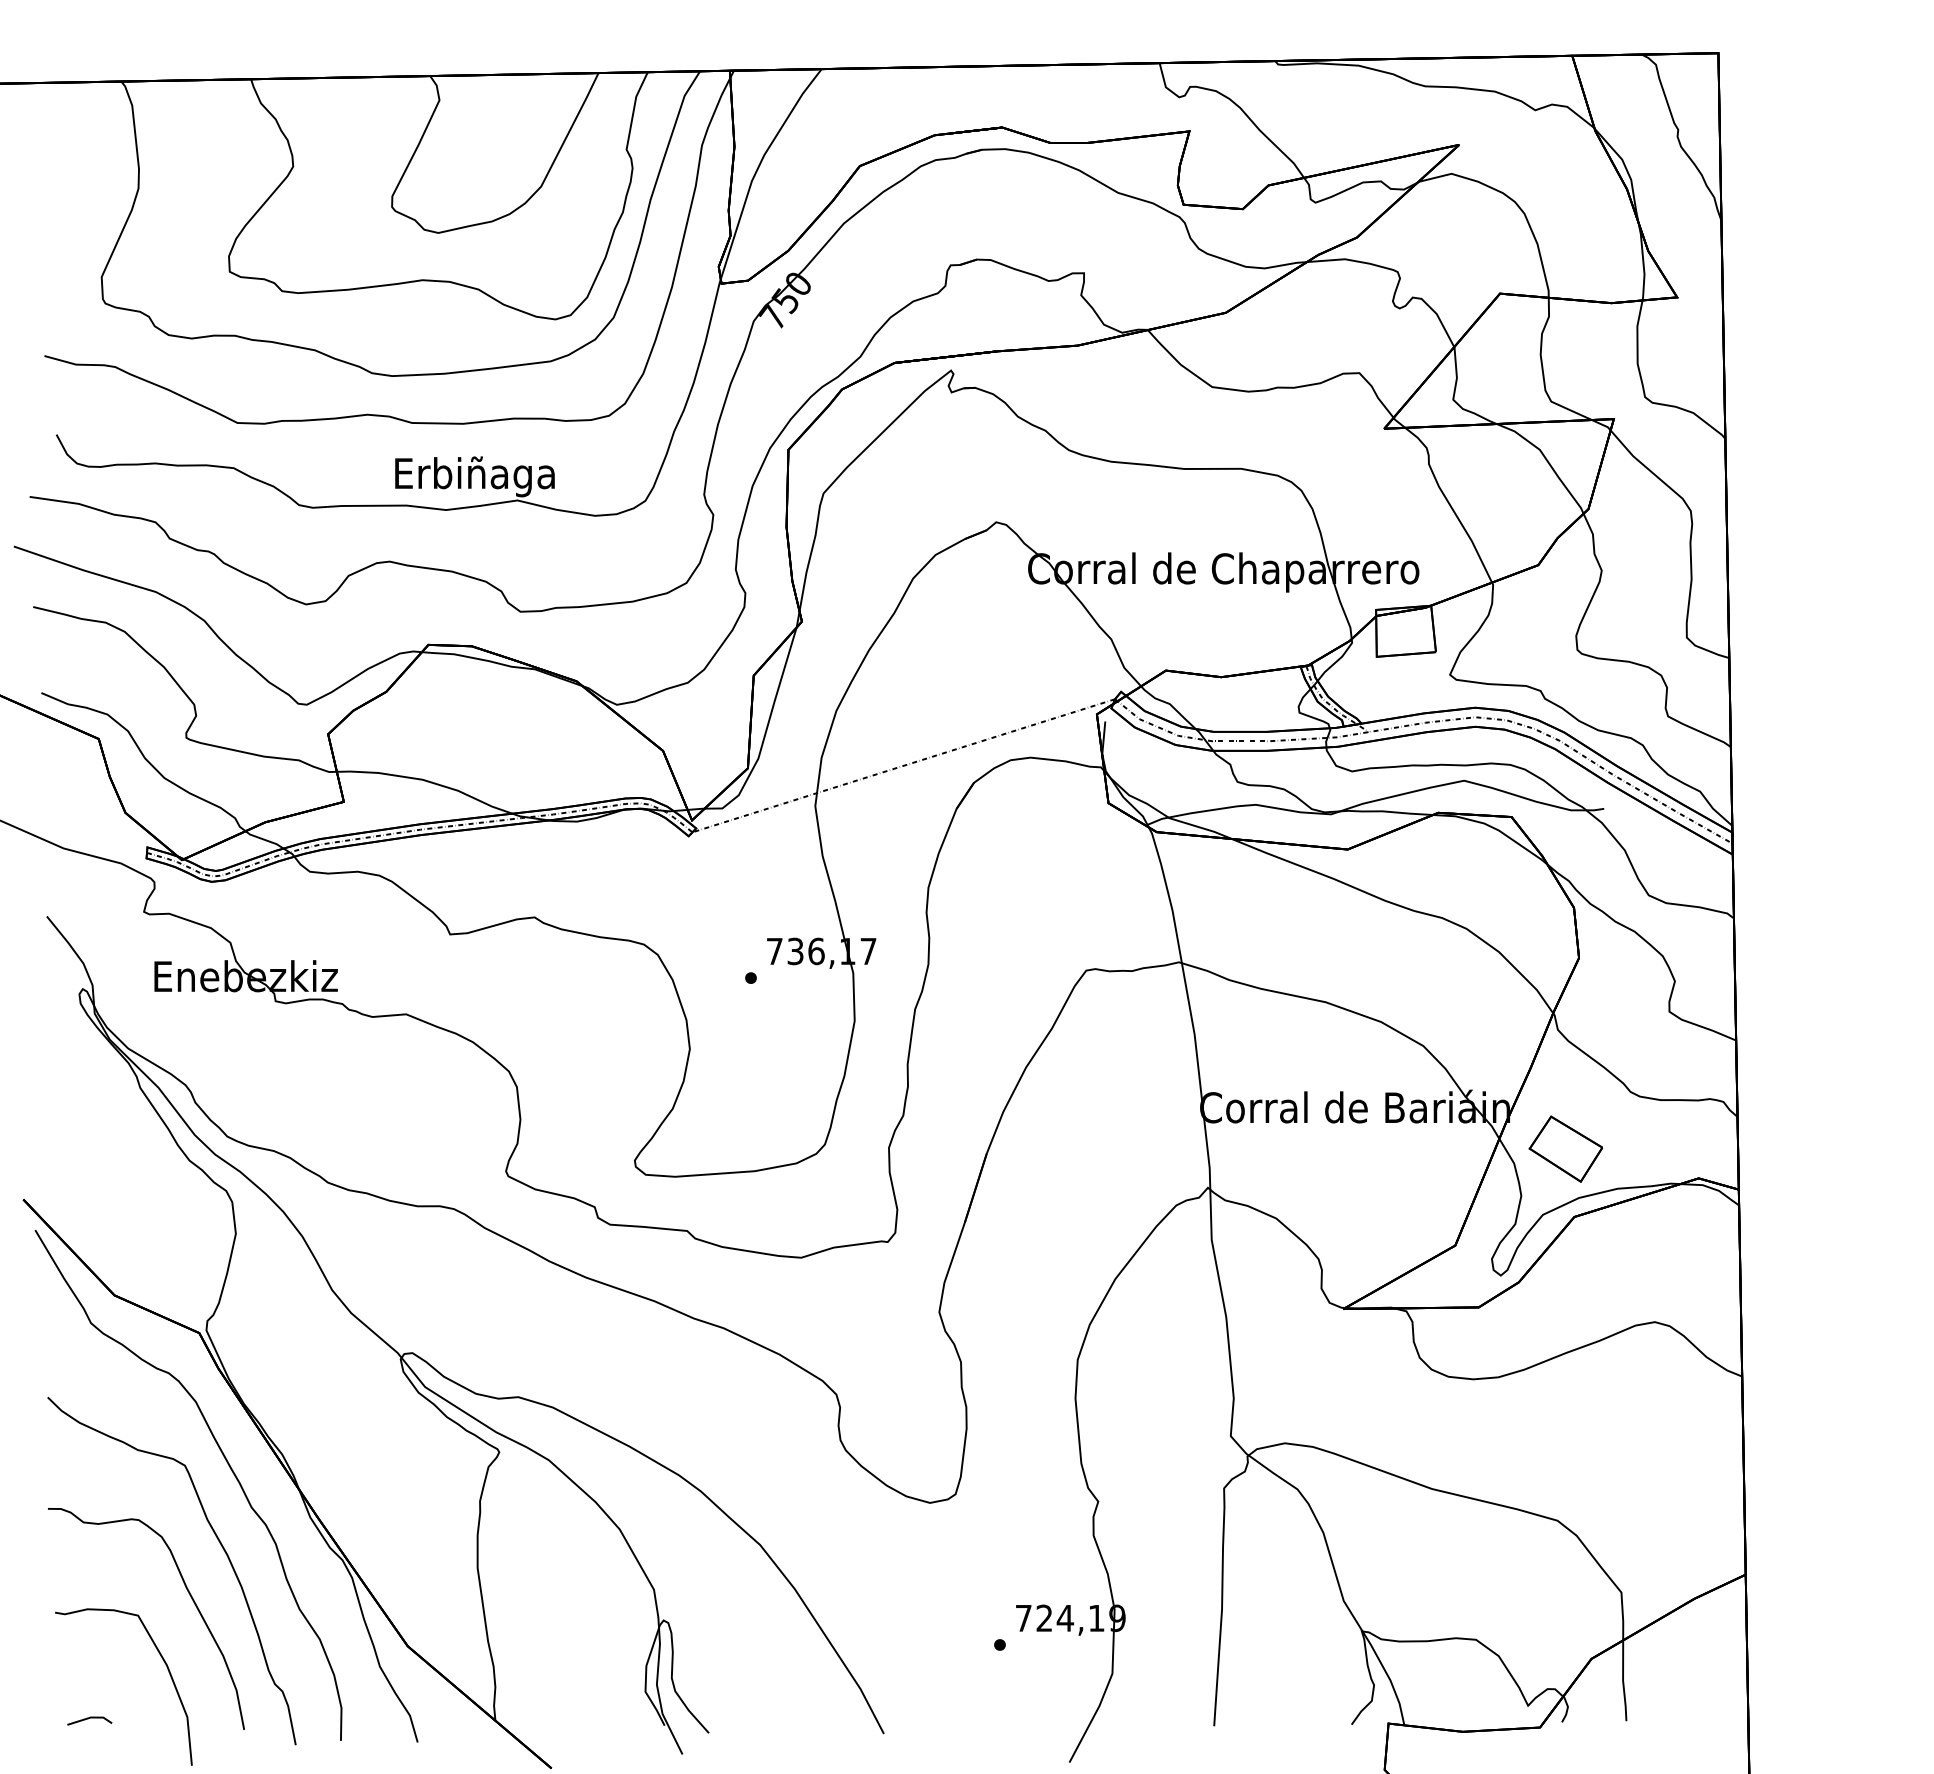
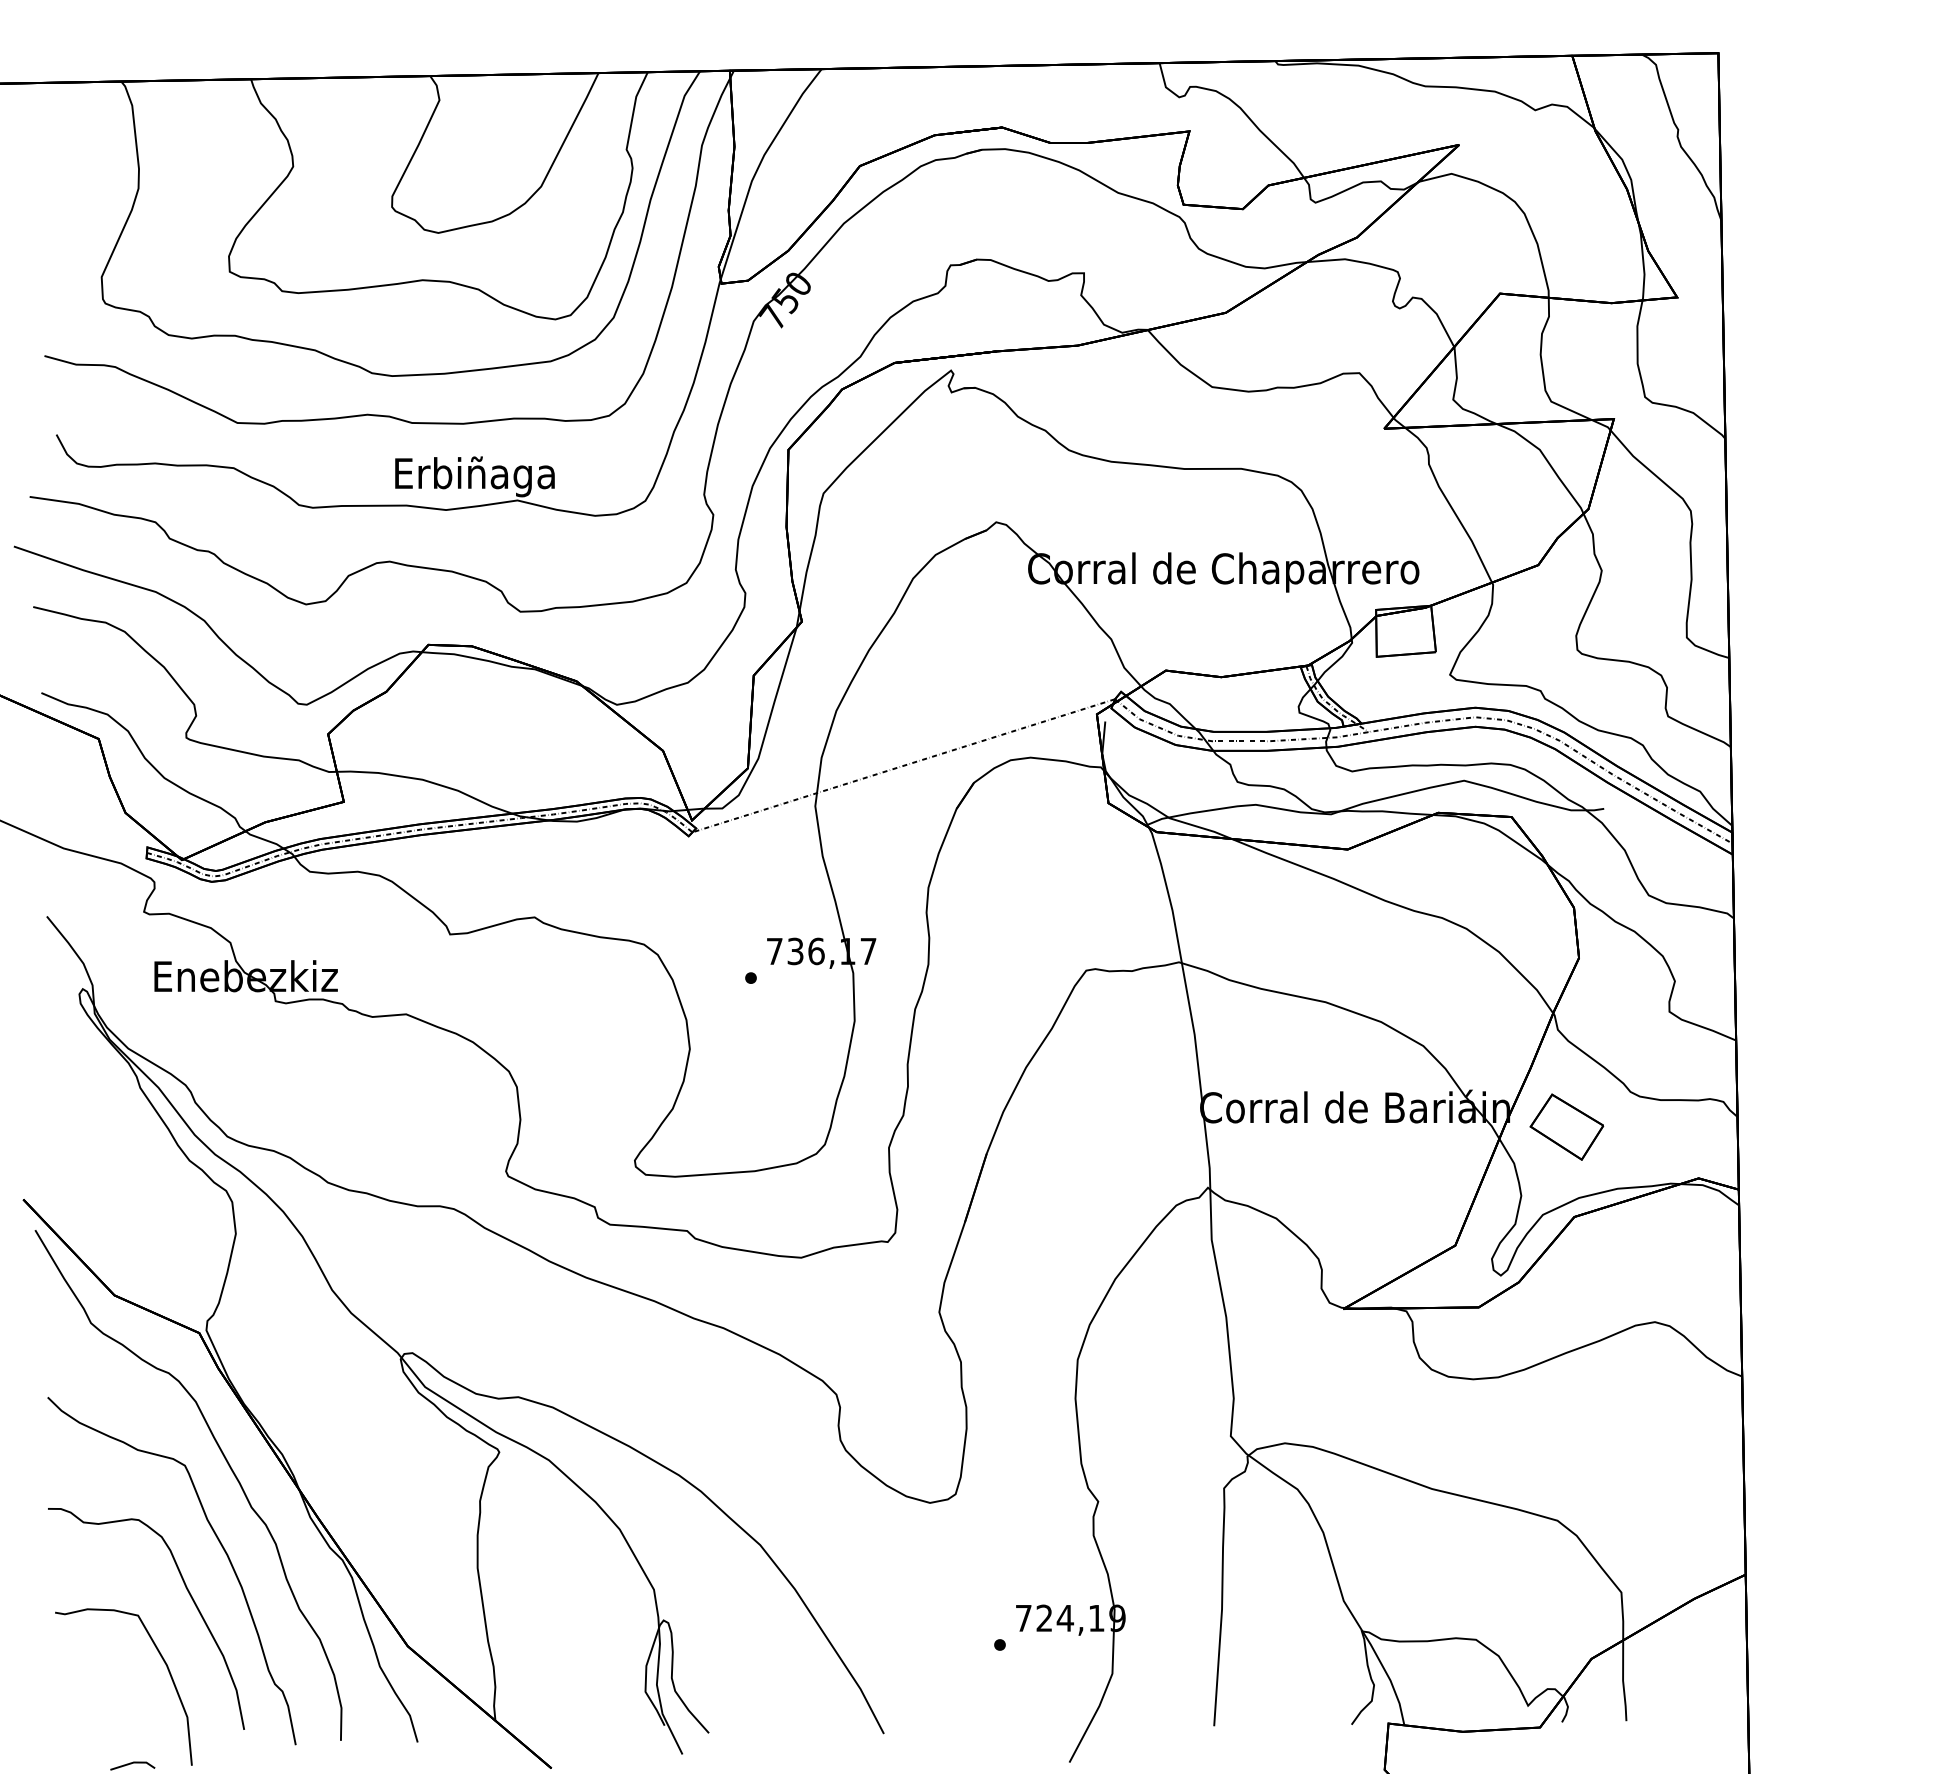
part at (1565, 1148) position: (1565, 1148) -> (1566, 1126)
line at (88, 1719) position: (88, 1719) -> (131, 1764)
